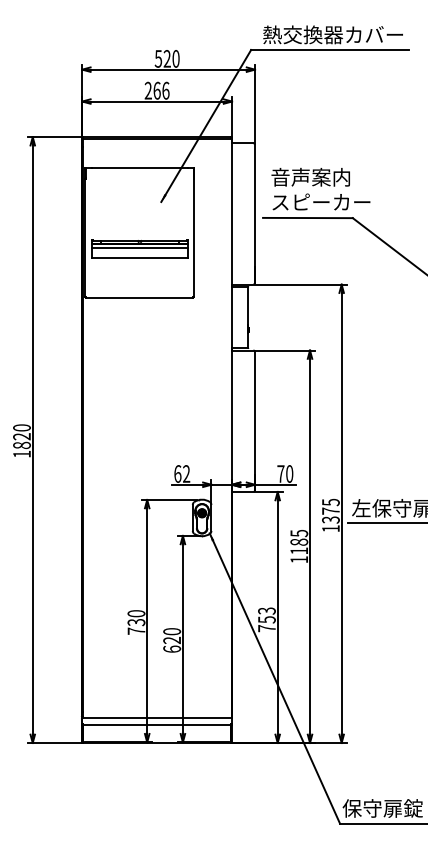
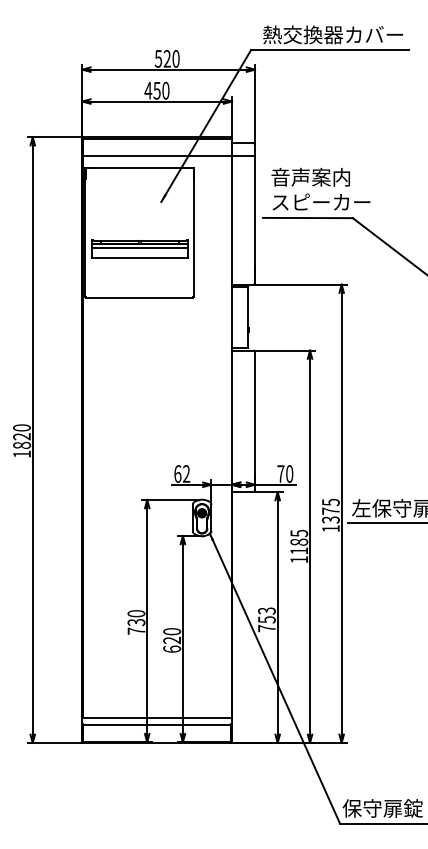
text at (156, 90): 266 -> 450
line at (168, 155): none -> present
